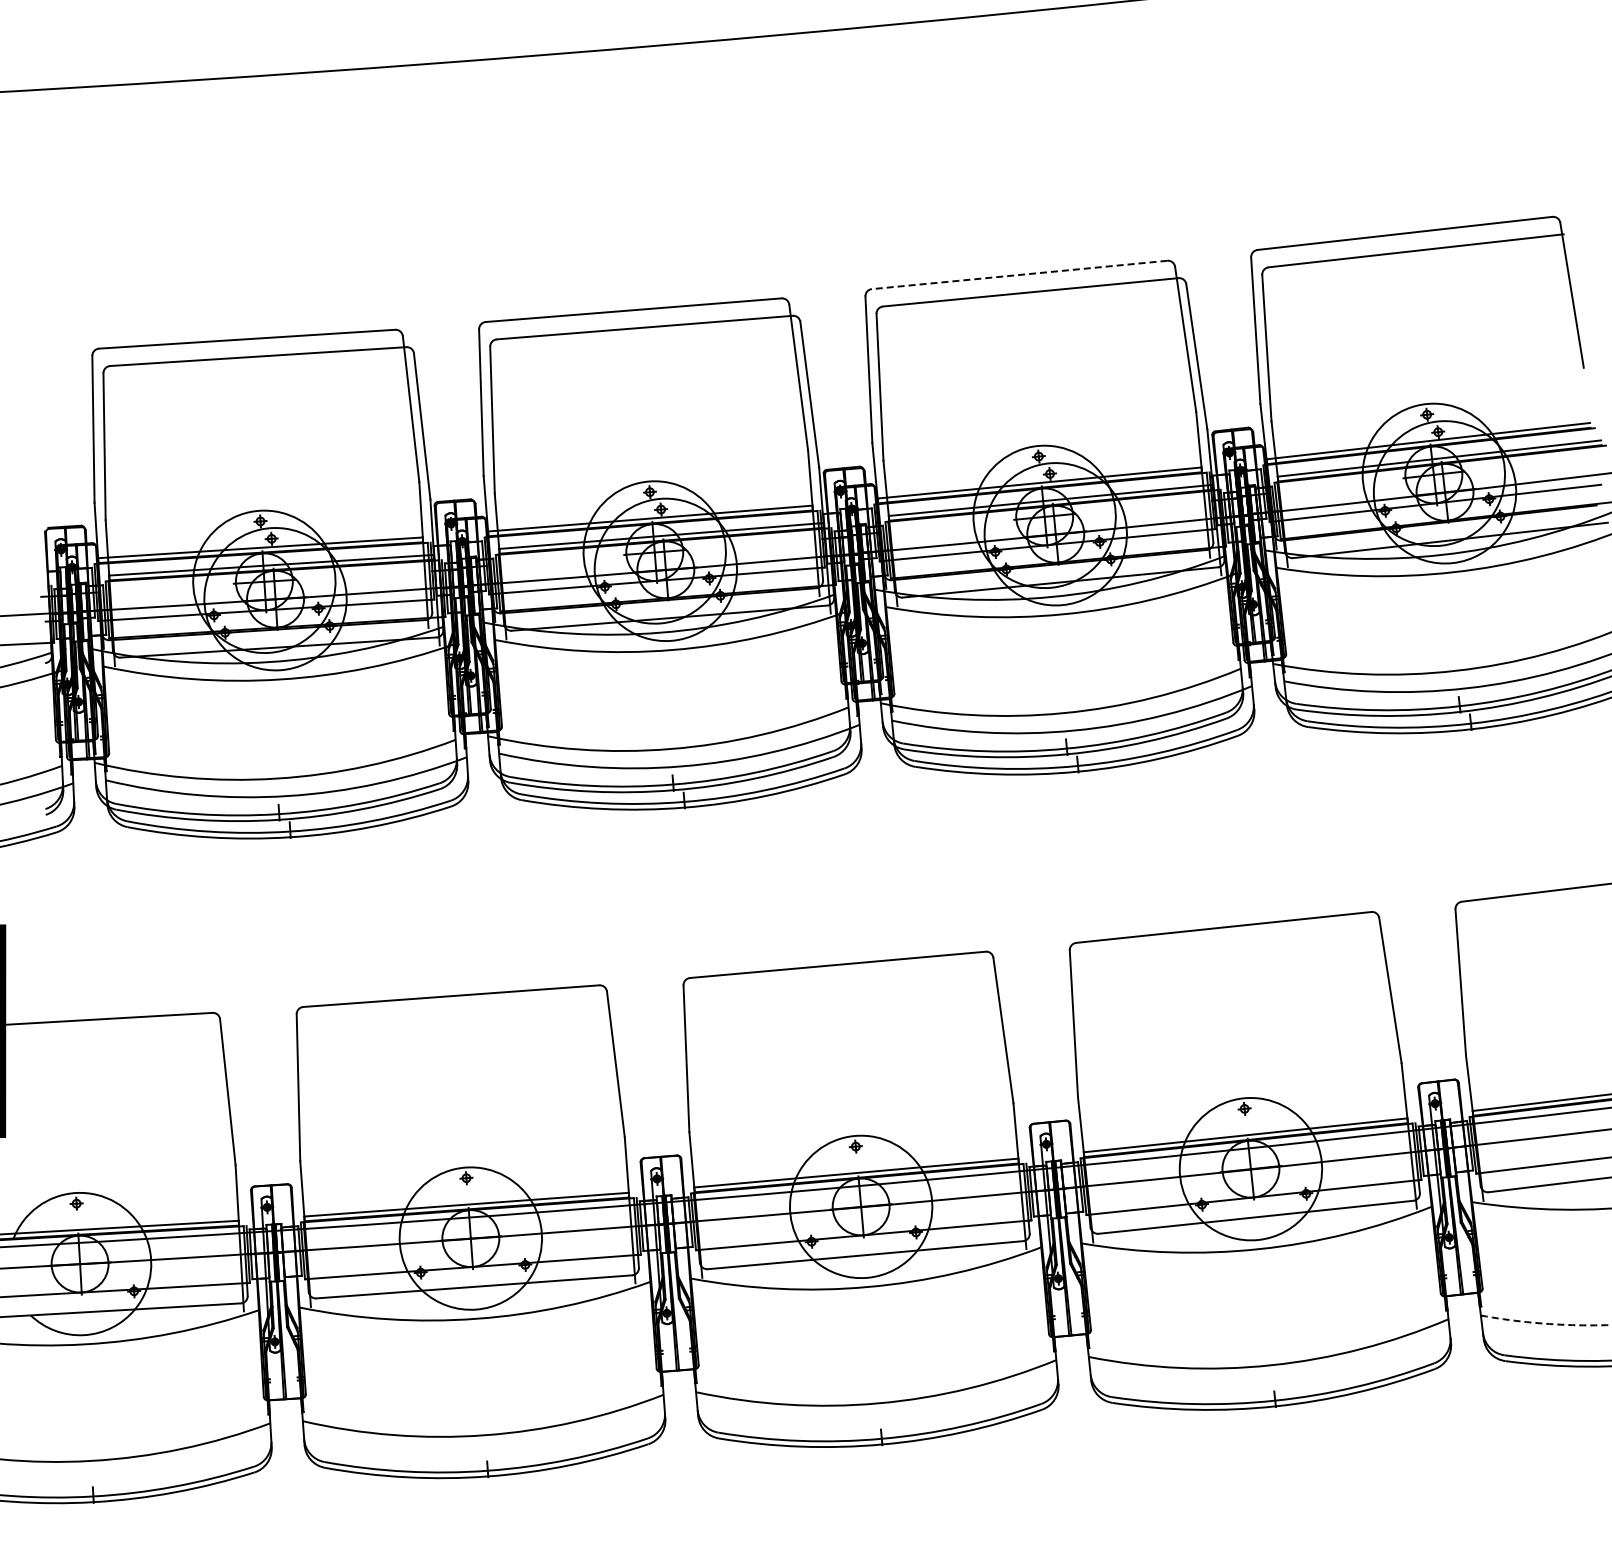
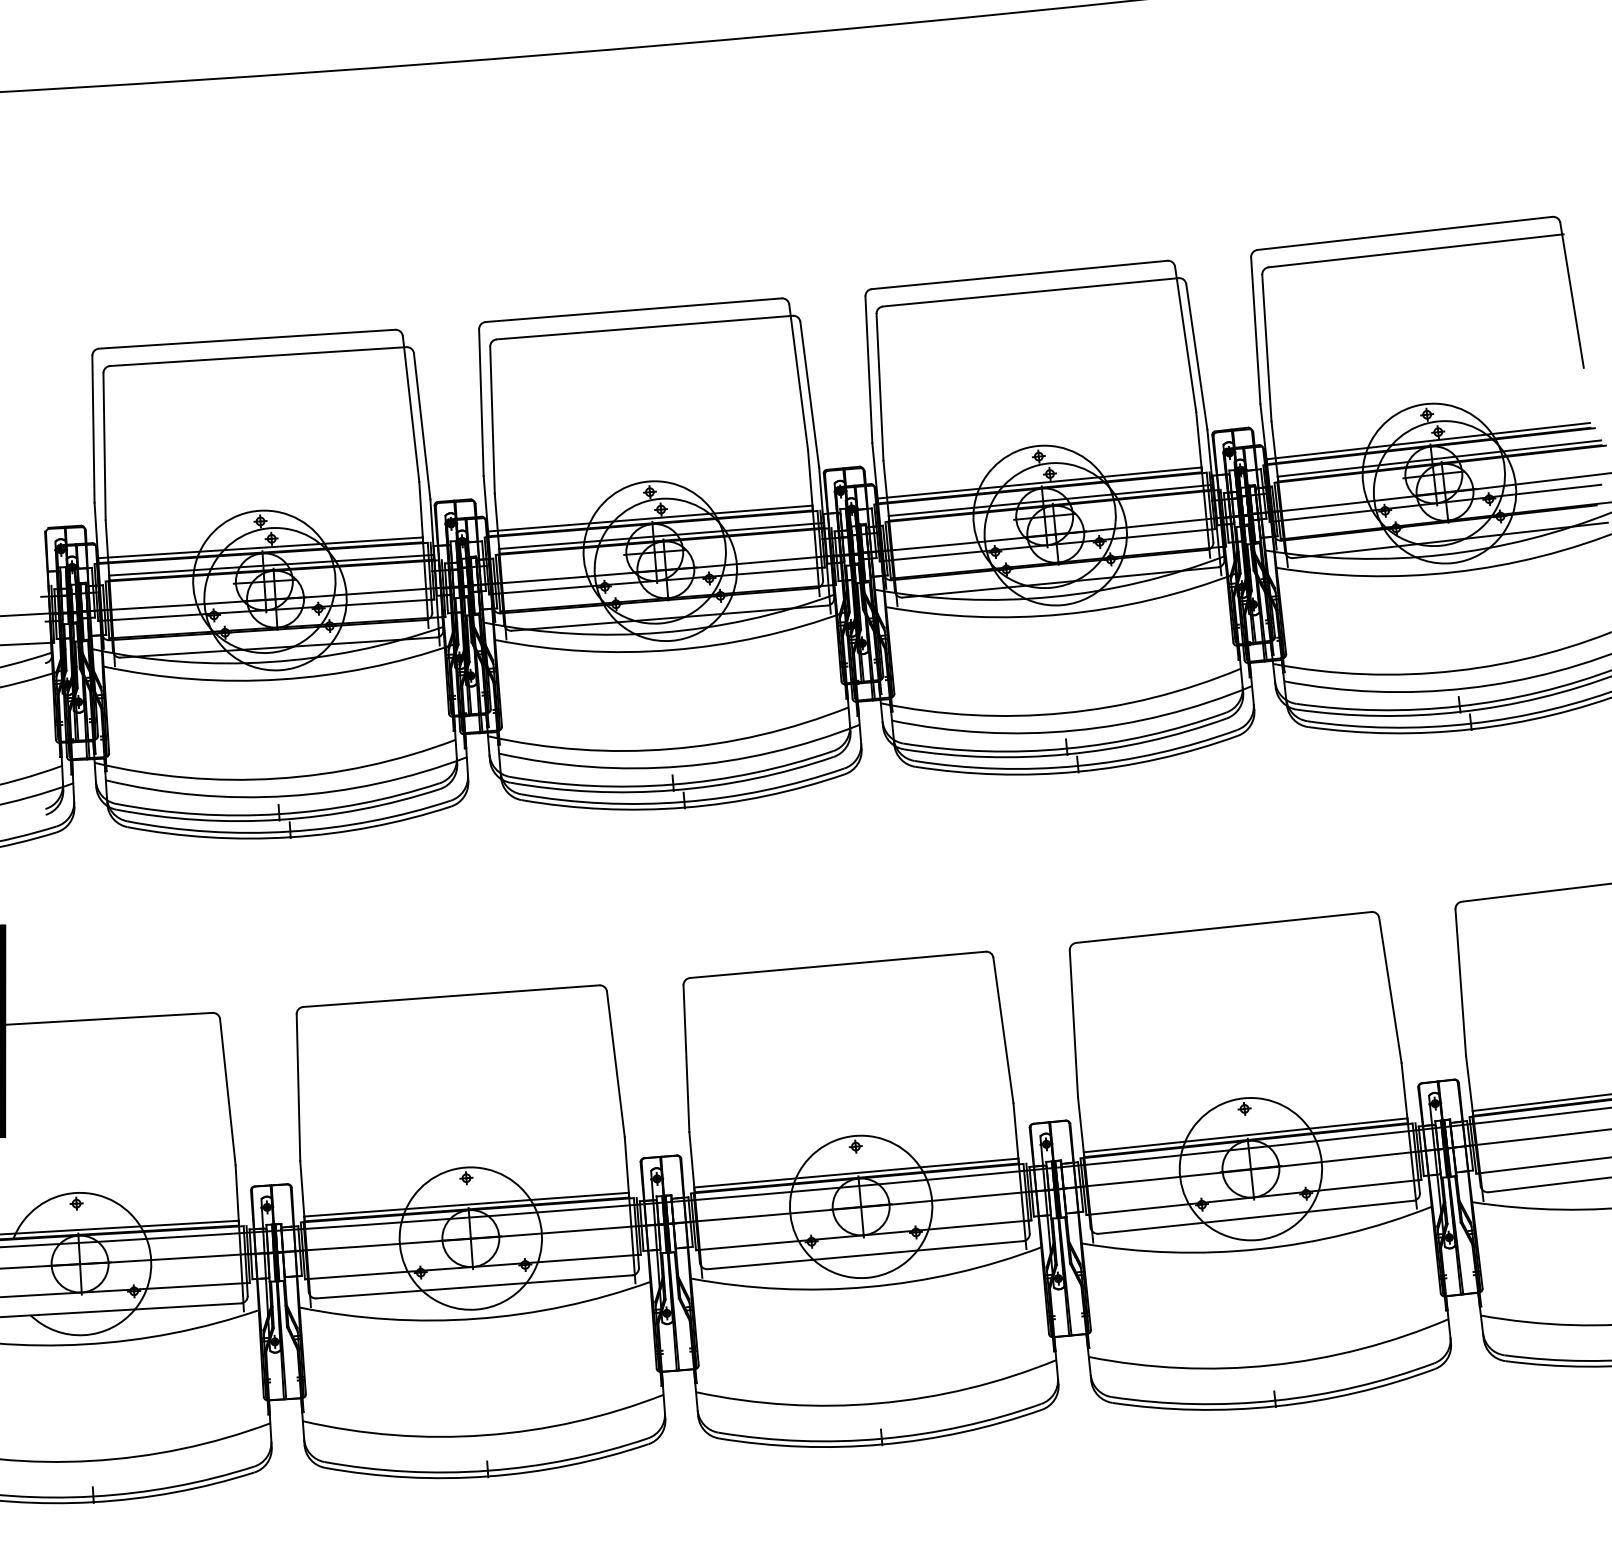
line at (1019, 275): dashed -> solid
arc at (1545, 1323): dashed -> solid
